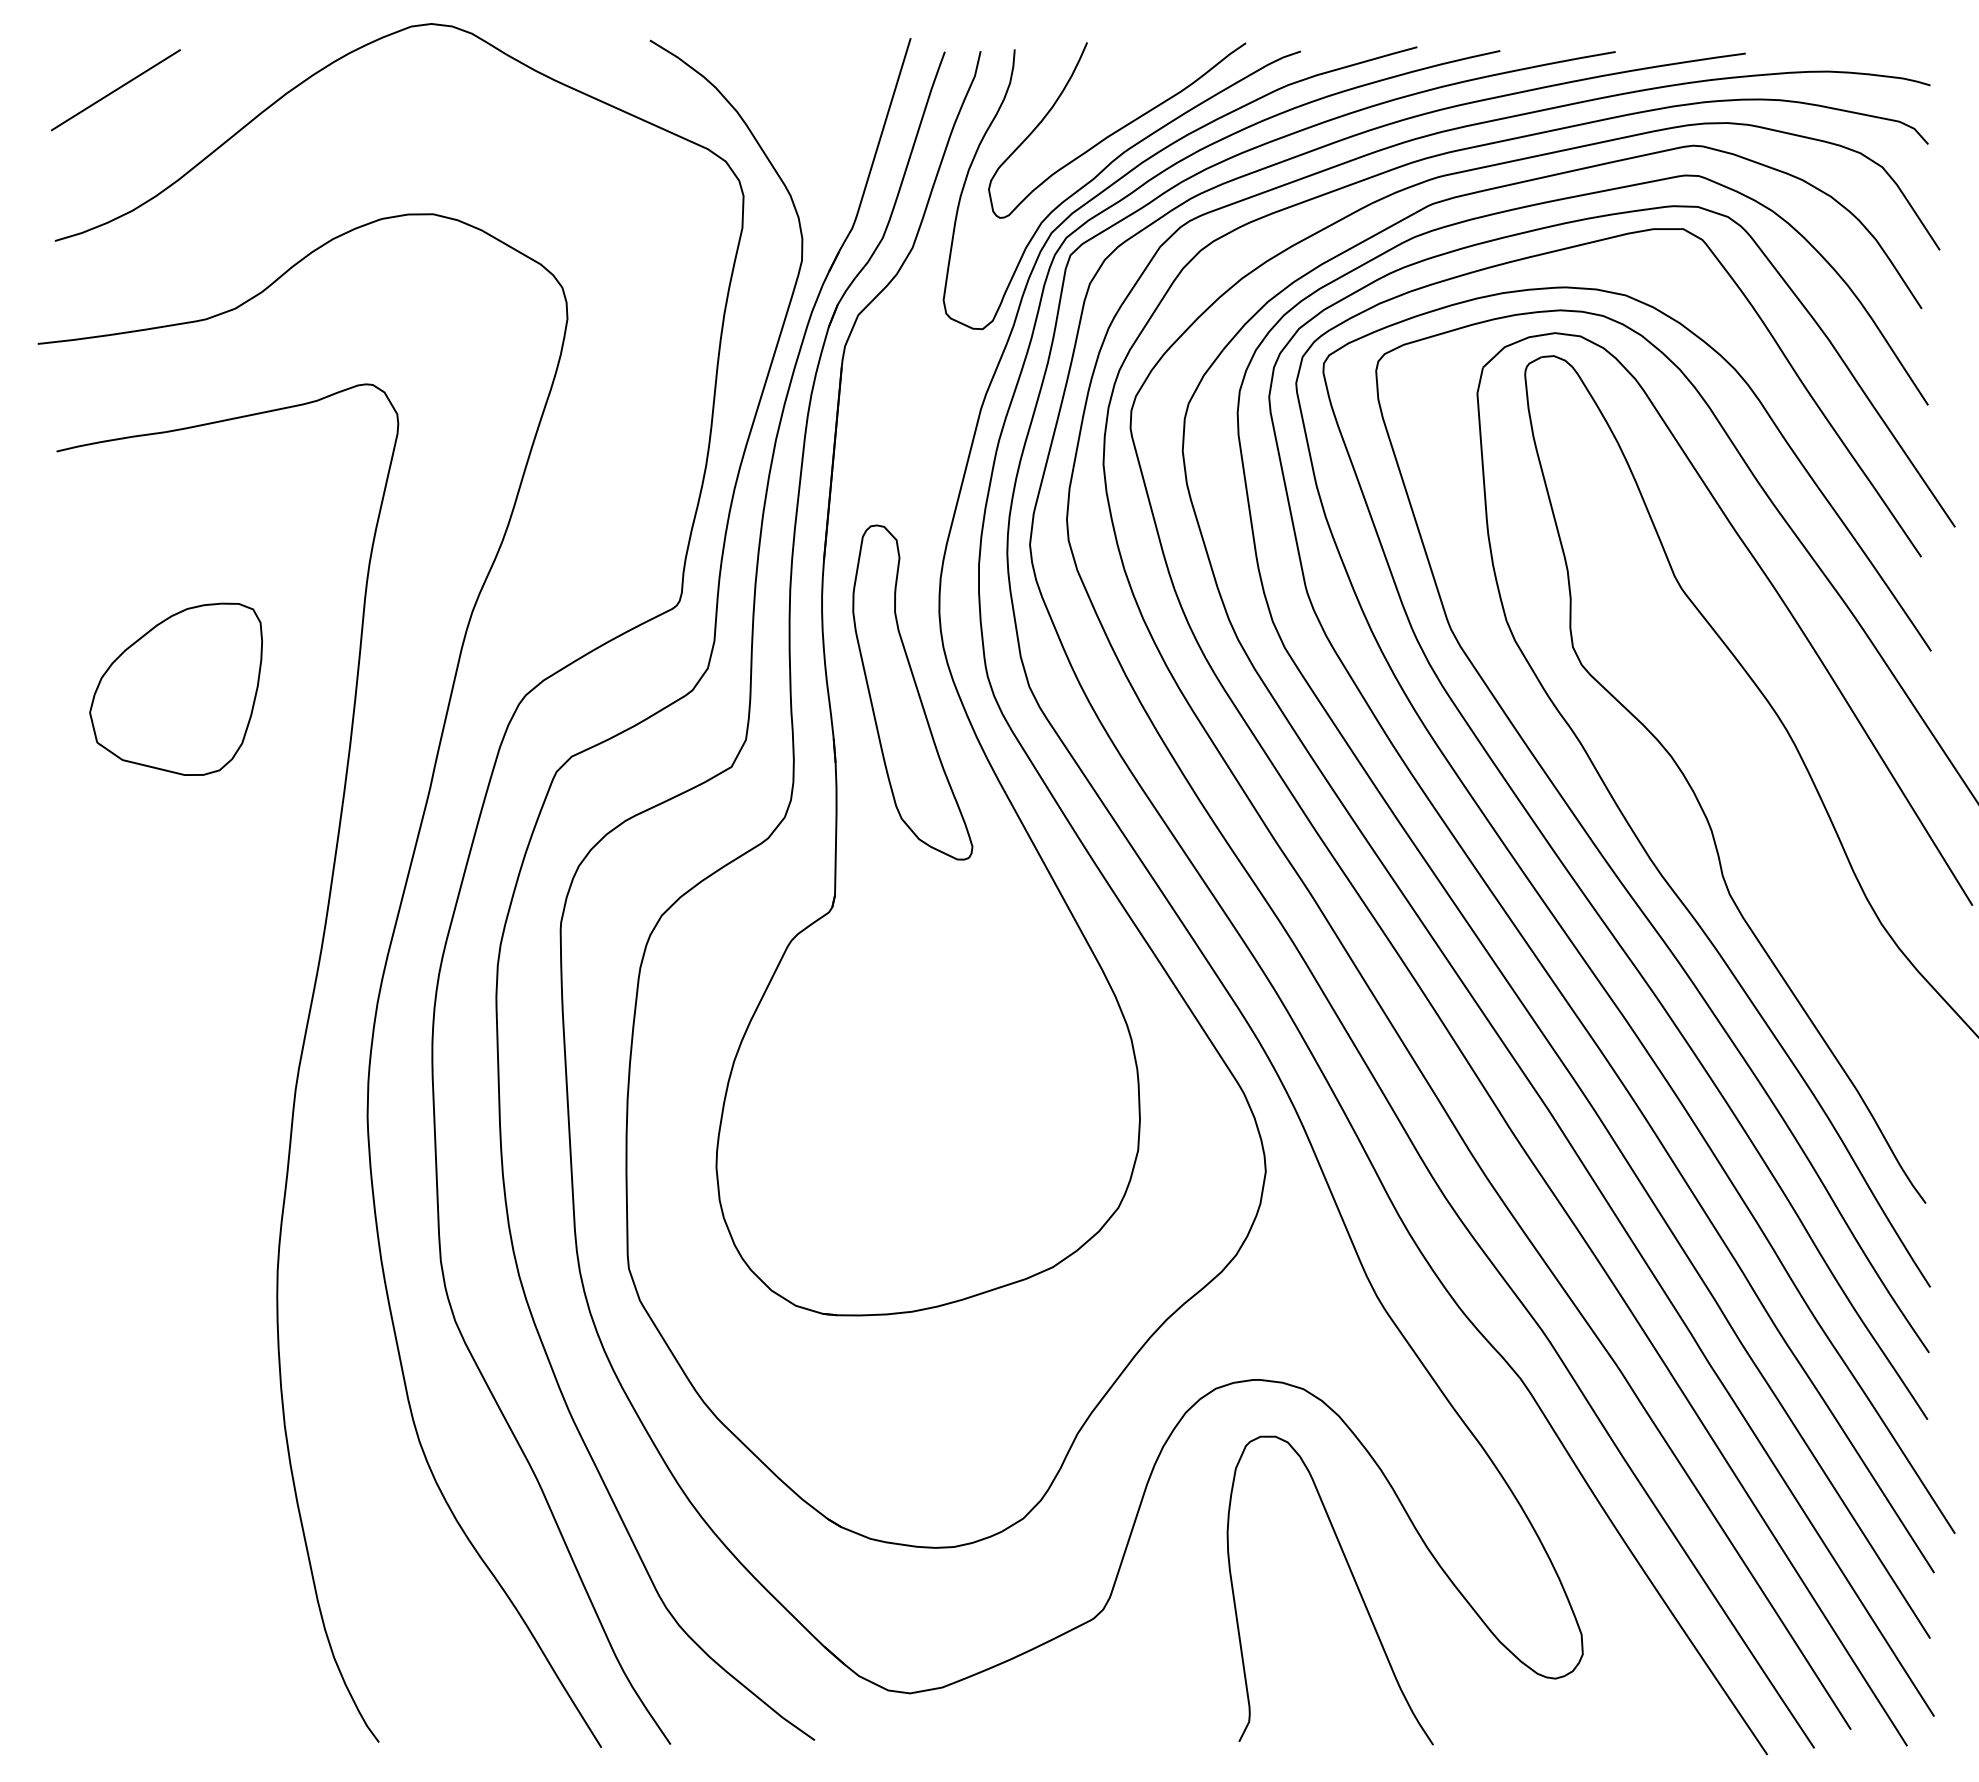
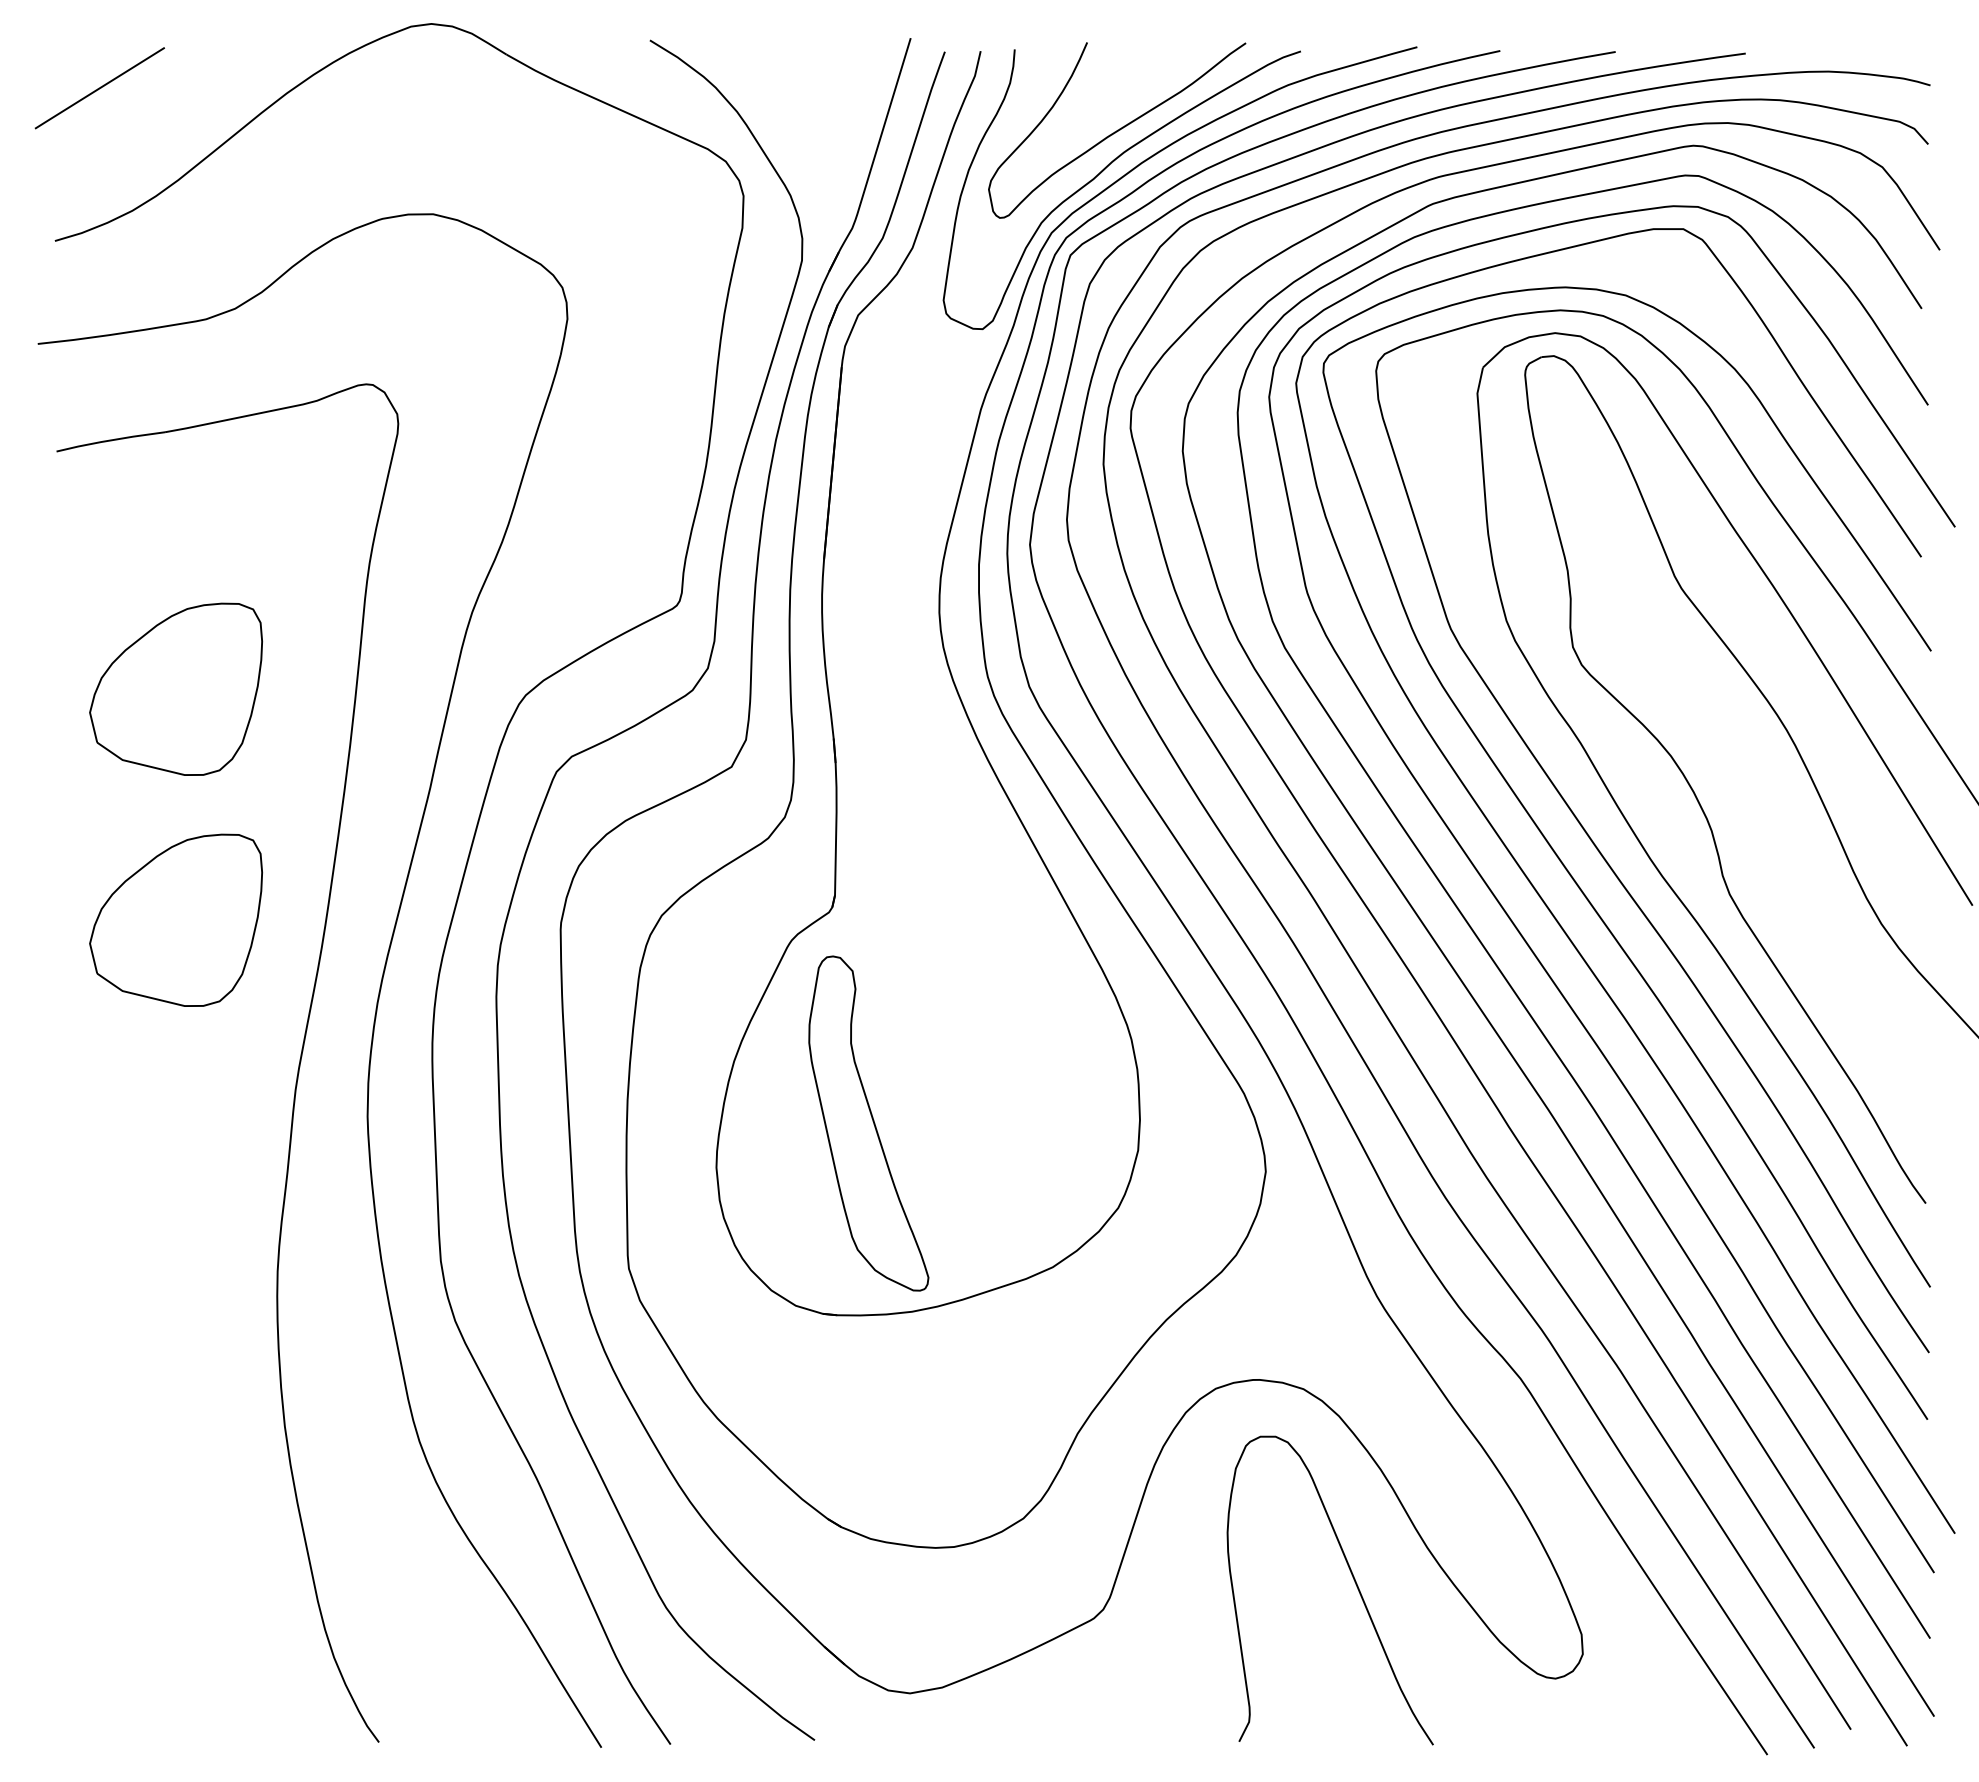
line at (115, 90) position: (115, 90) -> (99, 88)
part at (912, 692) position: (912, 692) -> (868, 1123)
part at (176, 919): none -> present
